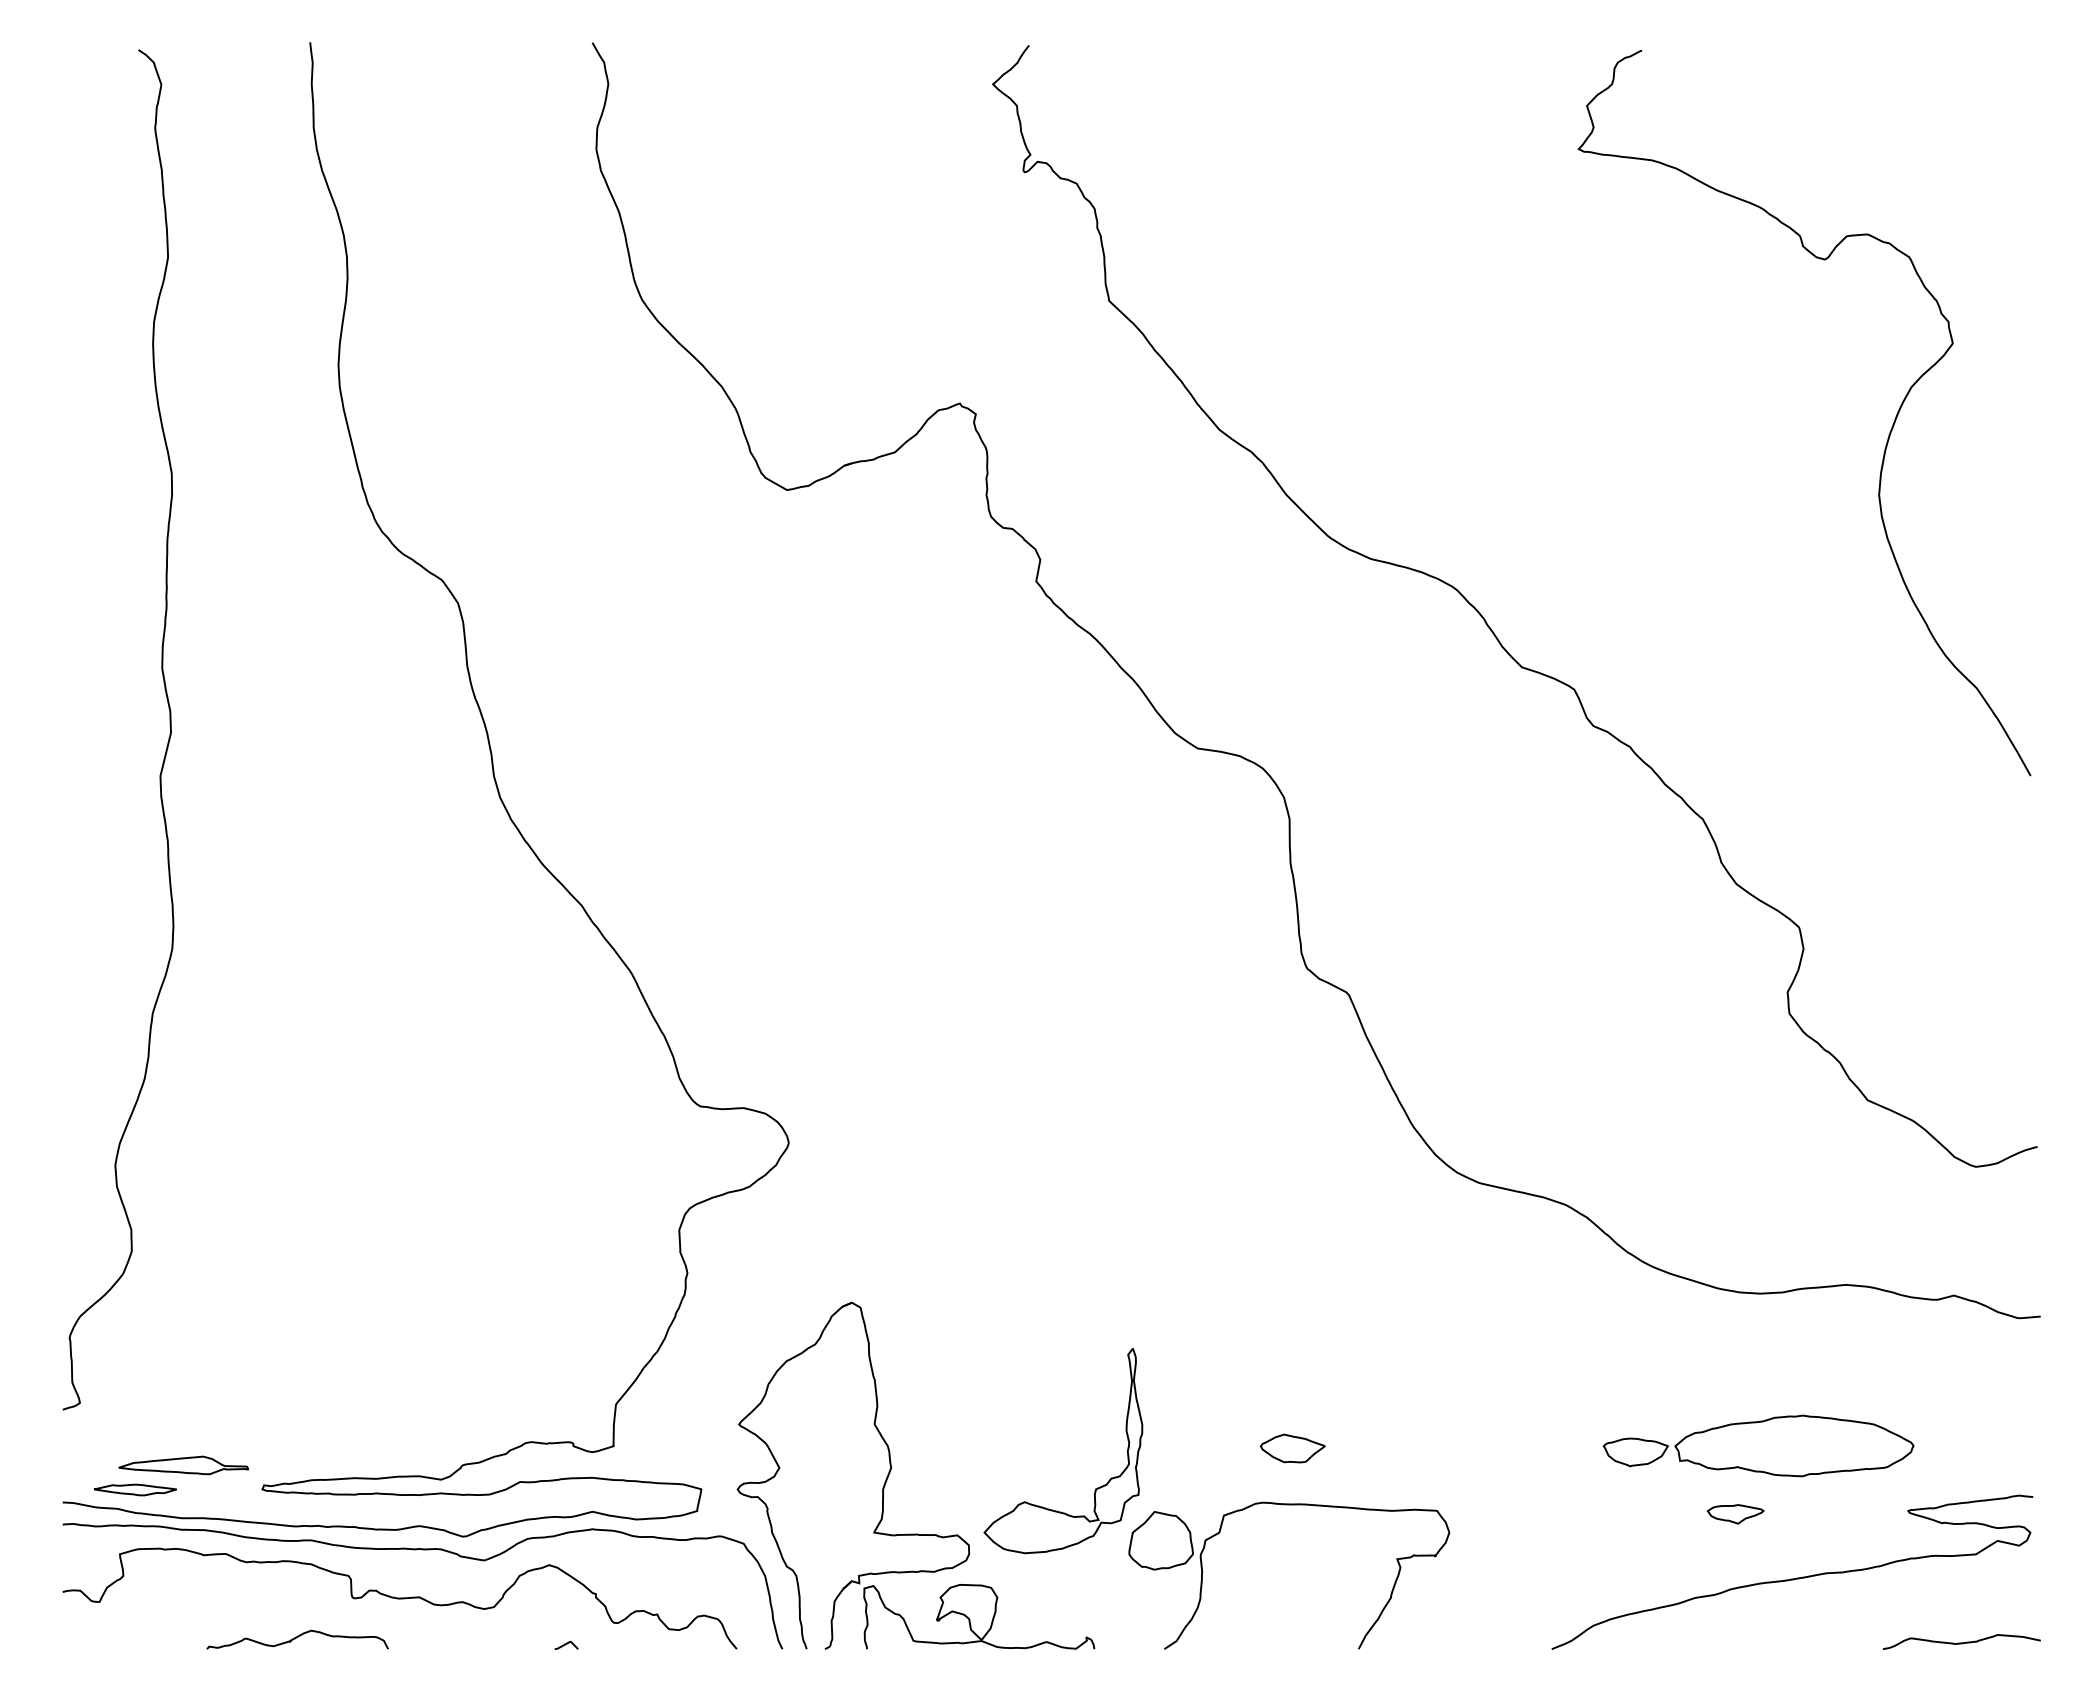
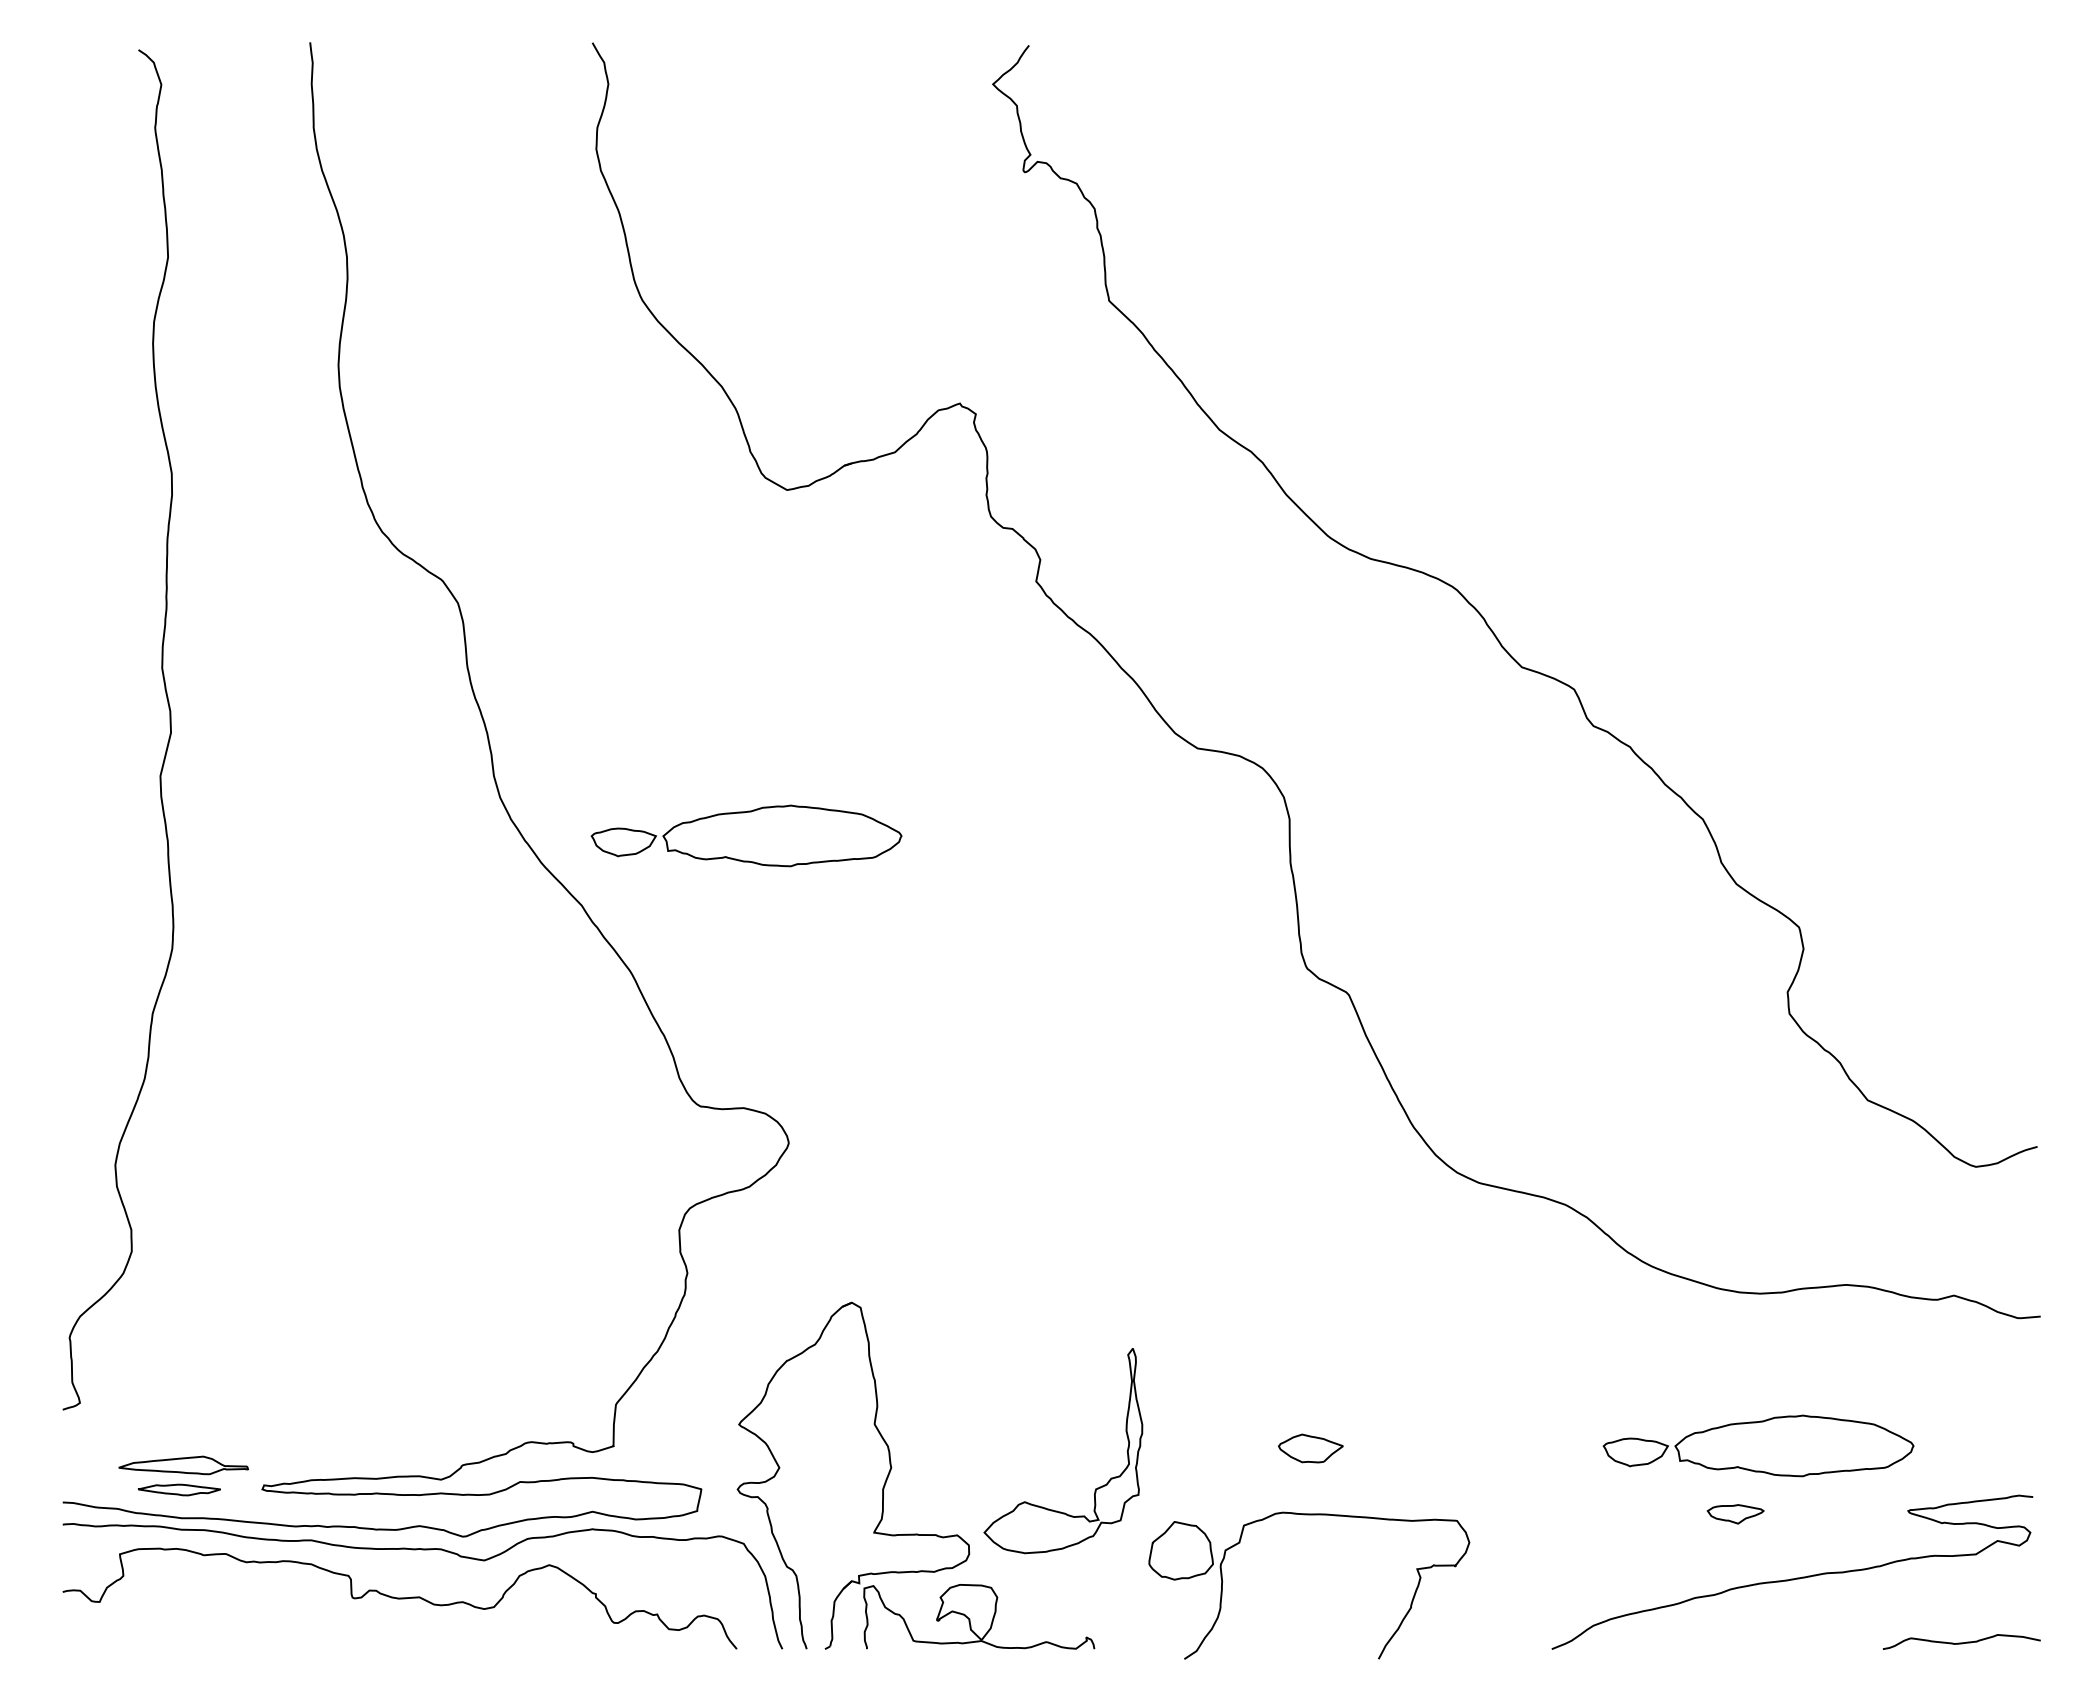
curve at (1887, 438): present -> none
part at (746, 835): none -> present
part at (1292, 1448) position: (1292, 1448) -> (1310, 1448)
part at (135, 1489) position: (135, 1489) -> (179, 1489)
part at (1289, 1505) position: (1289, 1505) -> (1309, 1515)
curve at (296, 1638): present -> none
line at (566, 1644): present -> none
